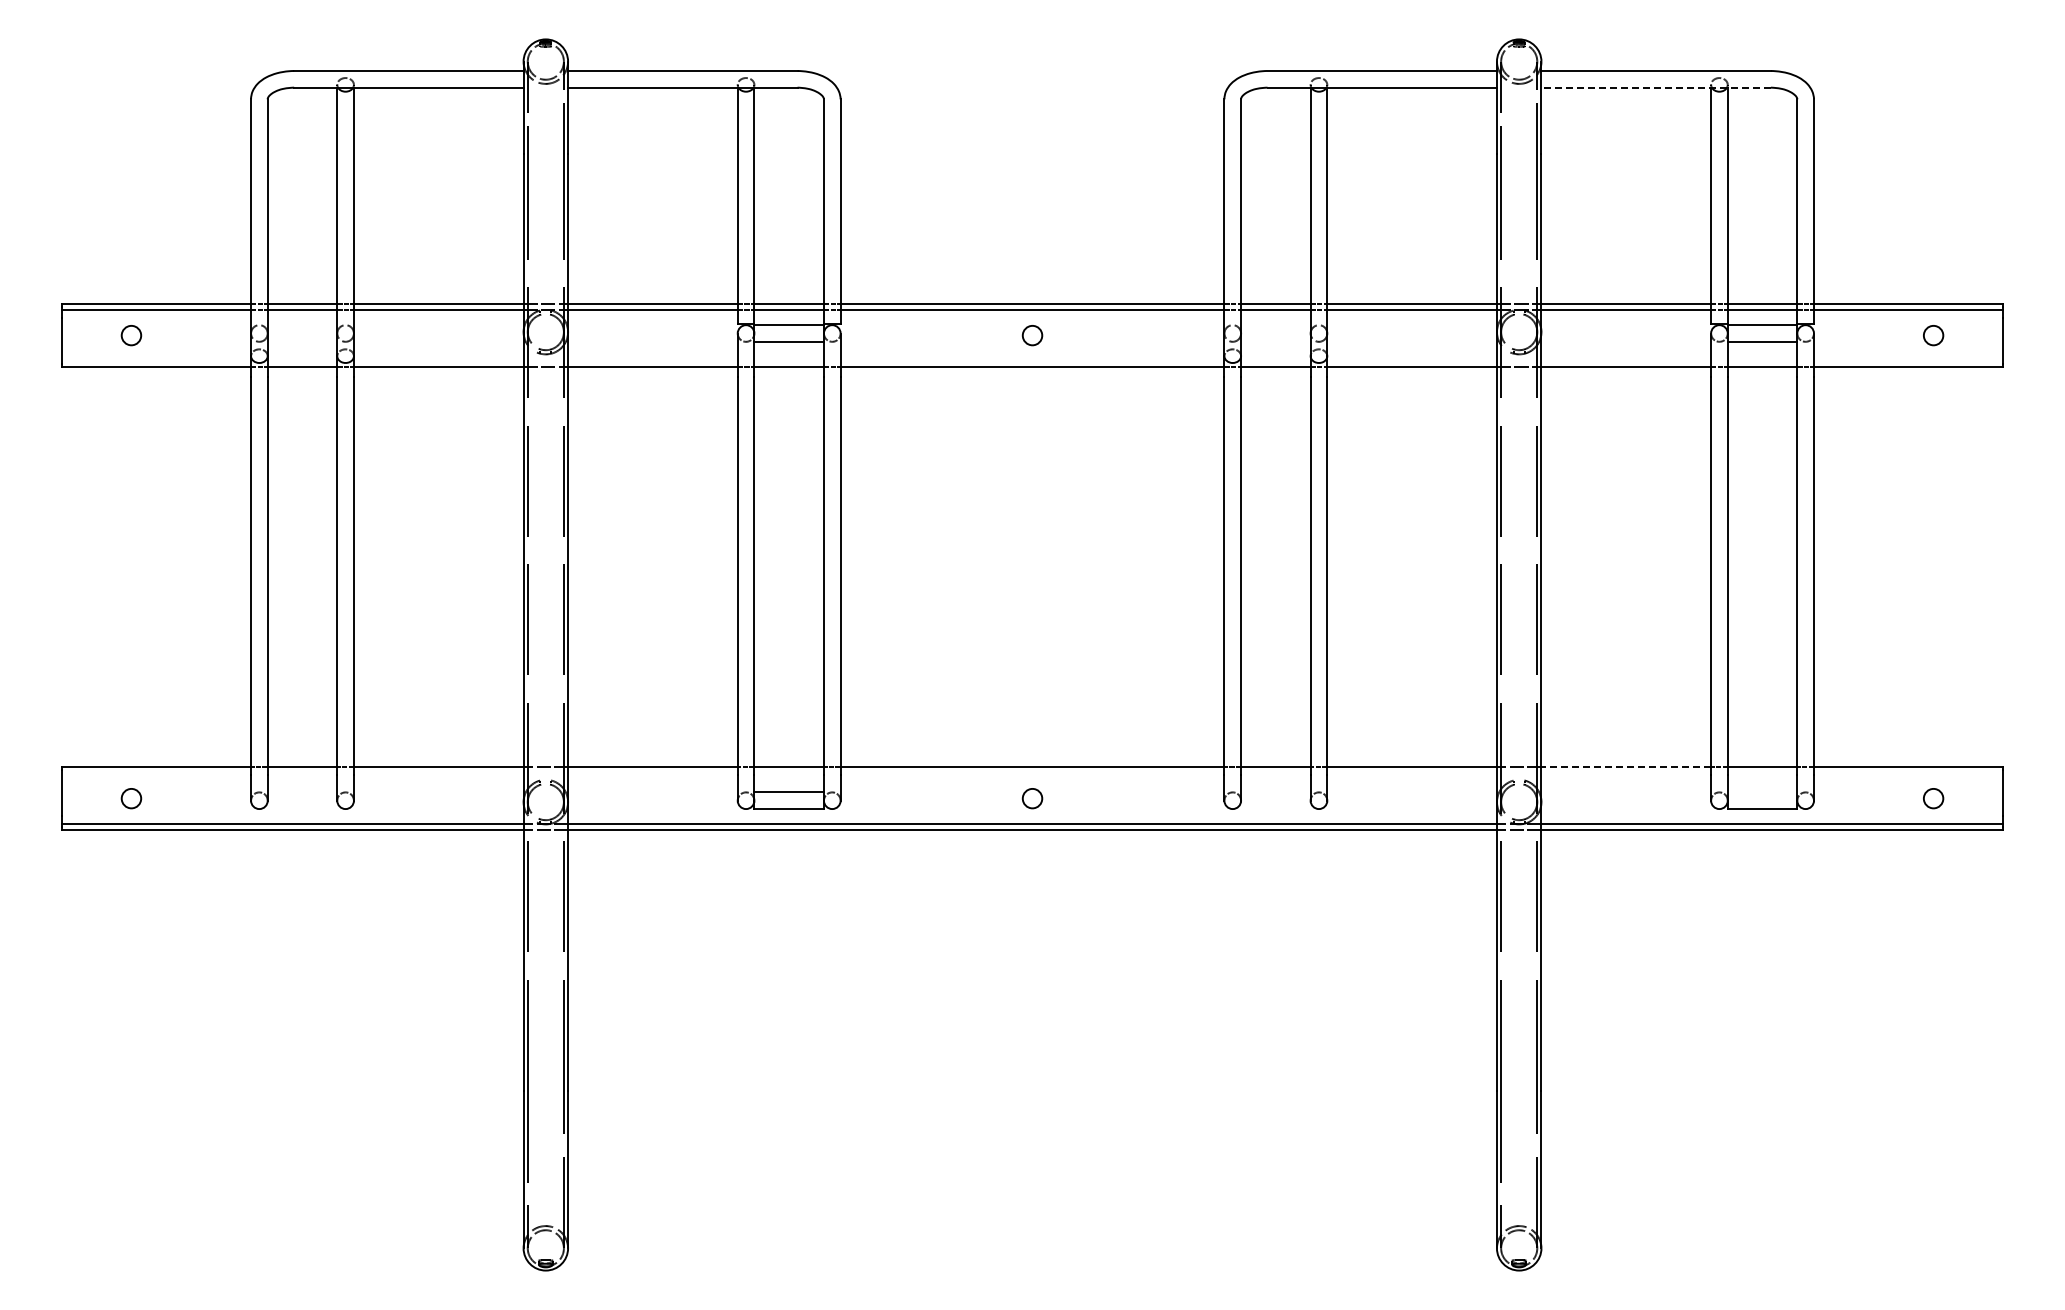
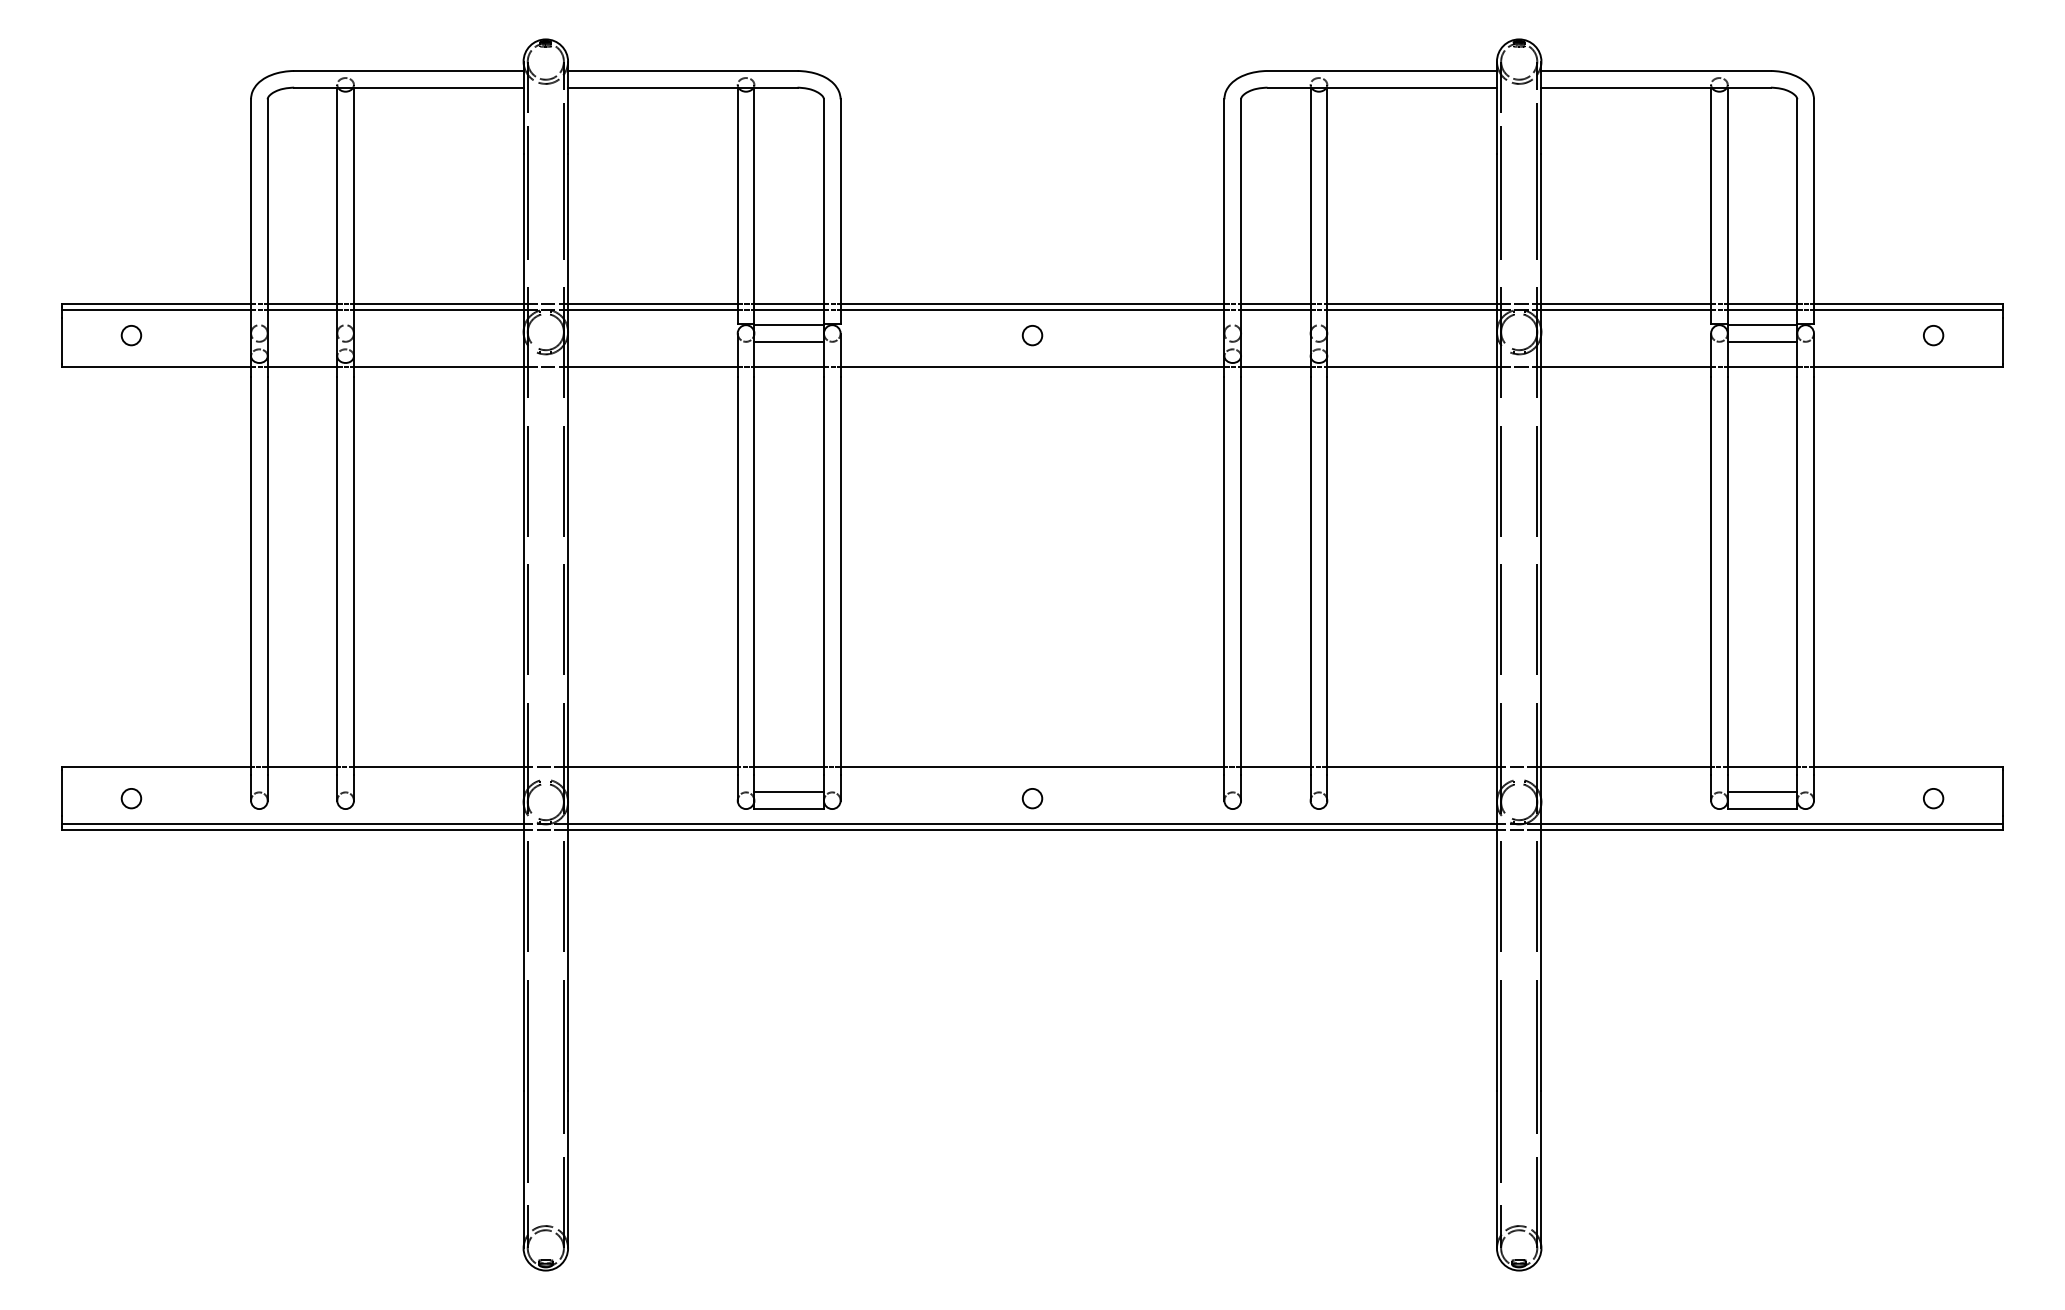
line at (1656, 87): dashed -> solid
line at (1626, 767): dashed -> solid
line at (1762, 792): none -> present
